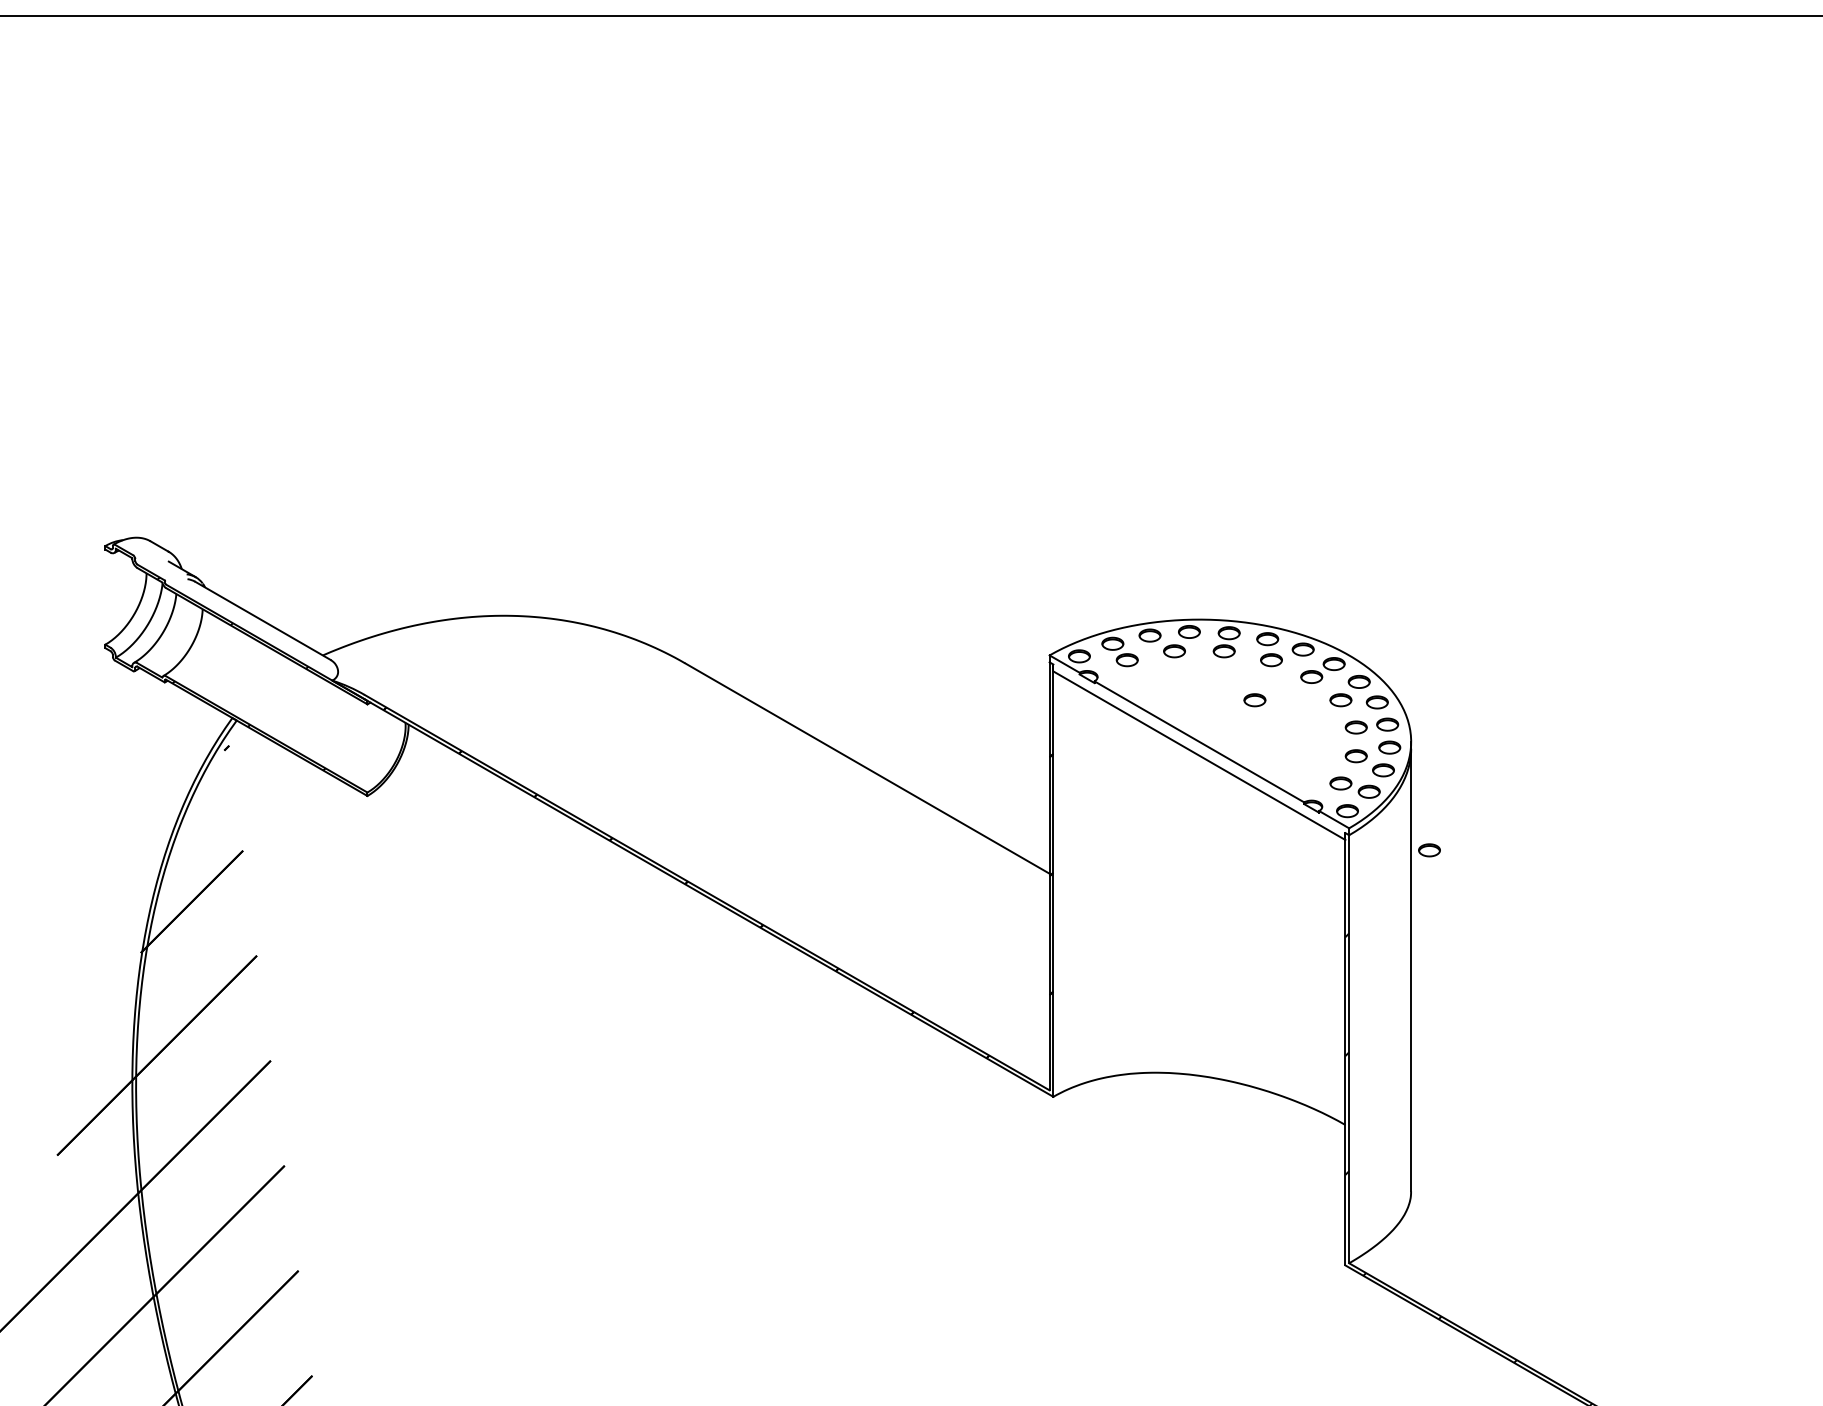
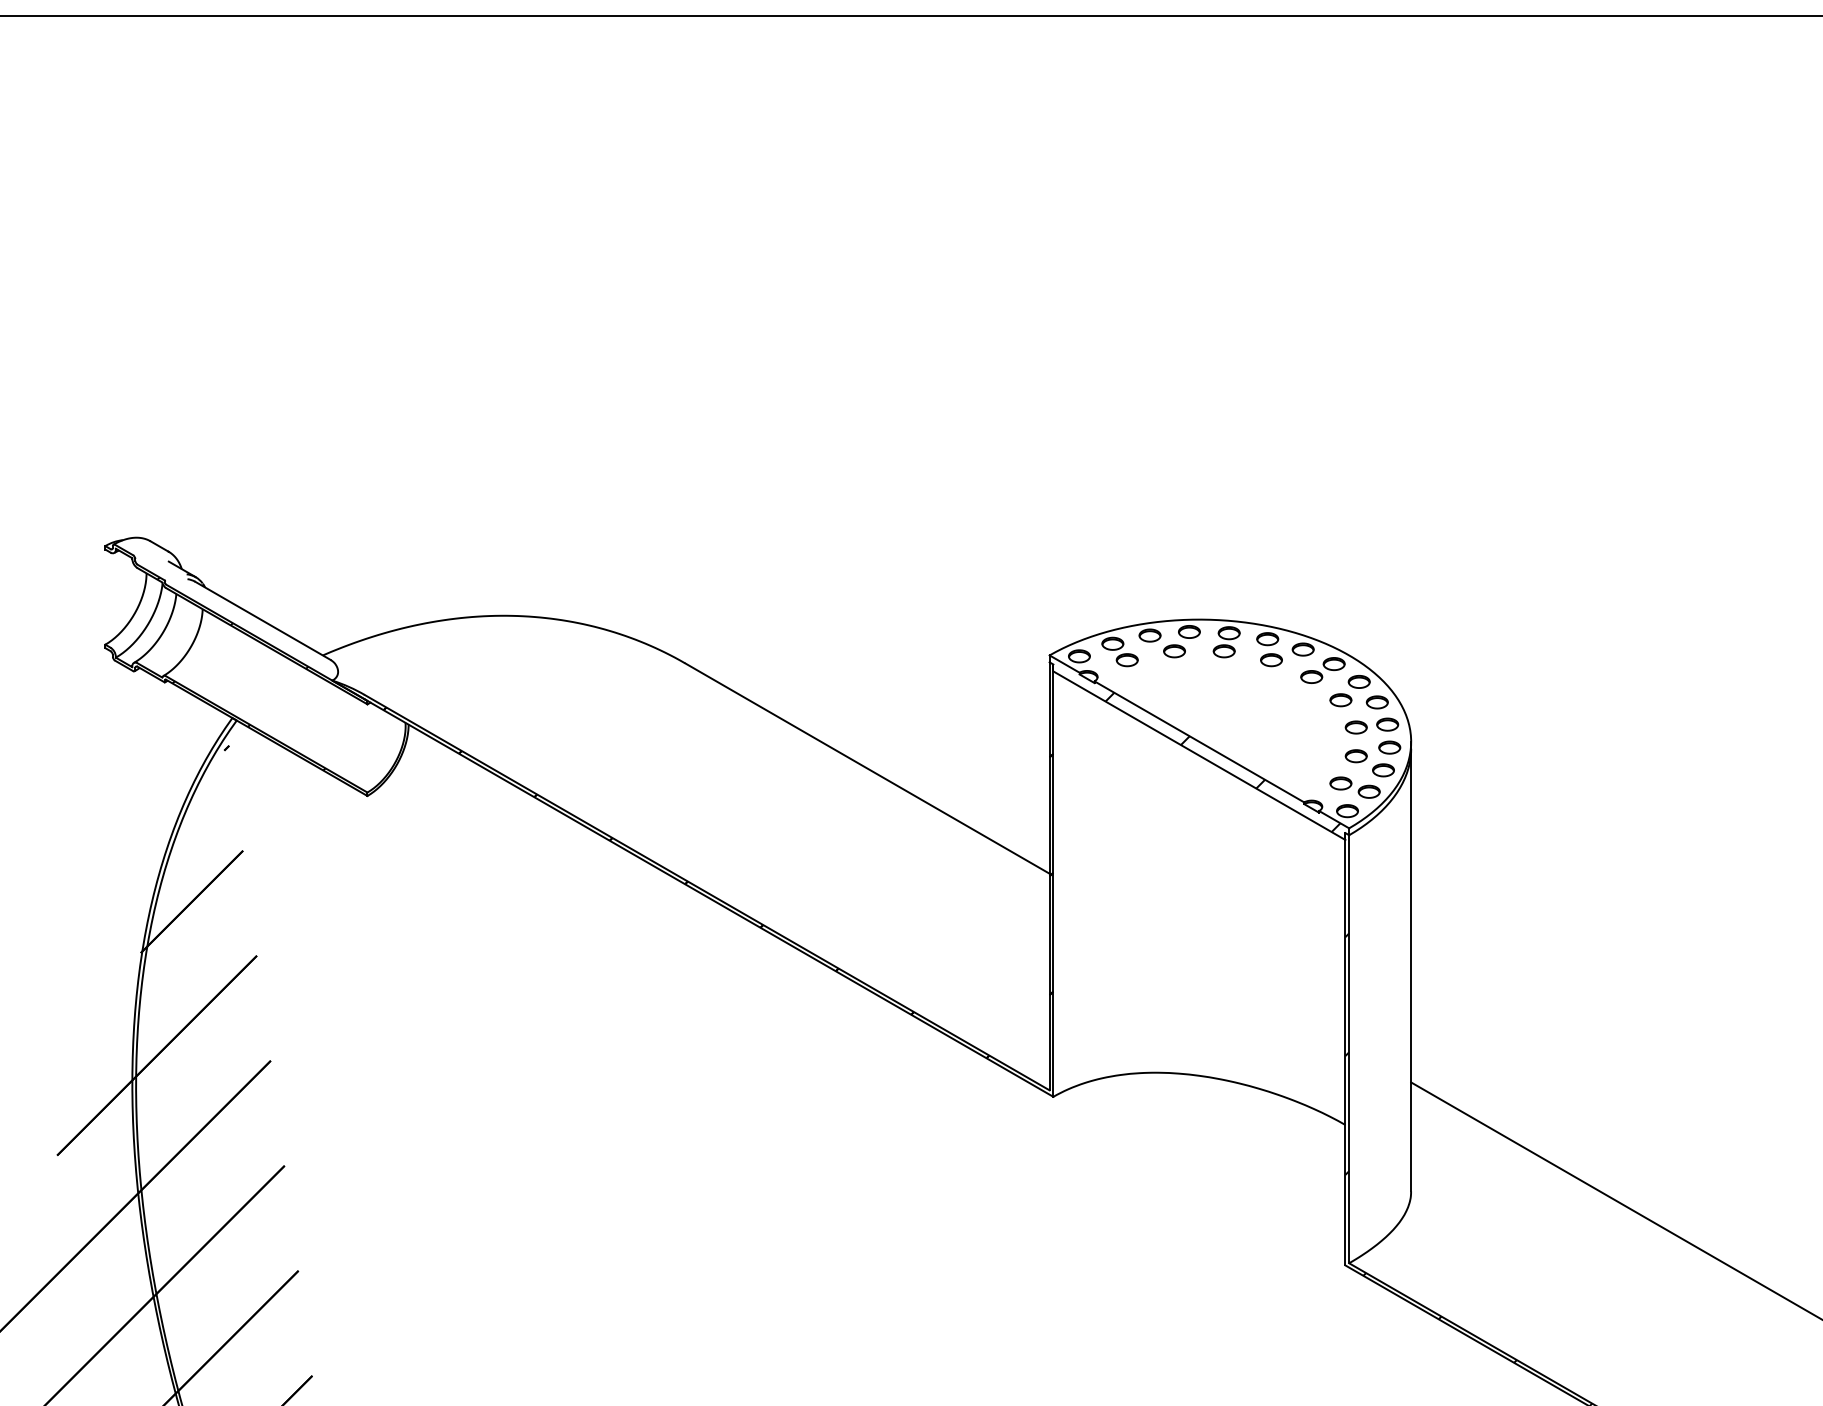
part at (1254, 700): present -> none
hatch at (1222, 762): none -> present
part at (1429, 850): present -> none
line at (1615, 1200): none -> present
